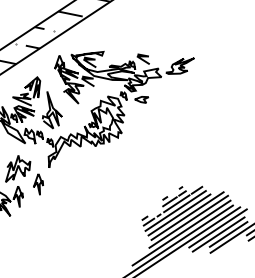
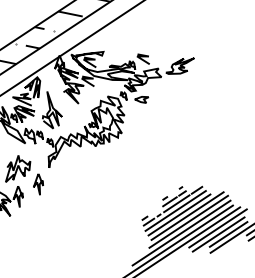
line at (71, 48): none -> present
